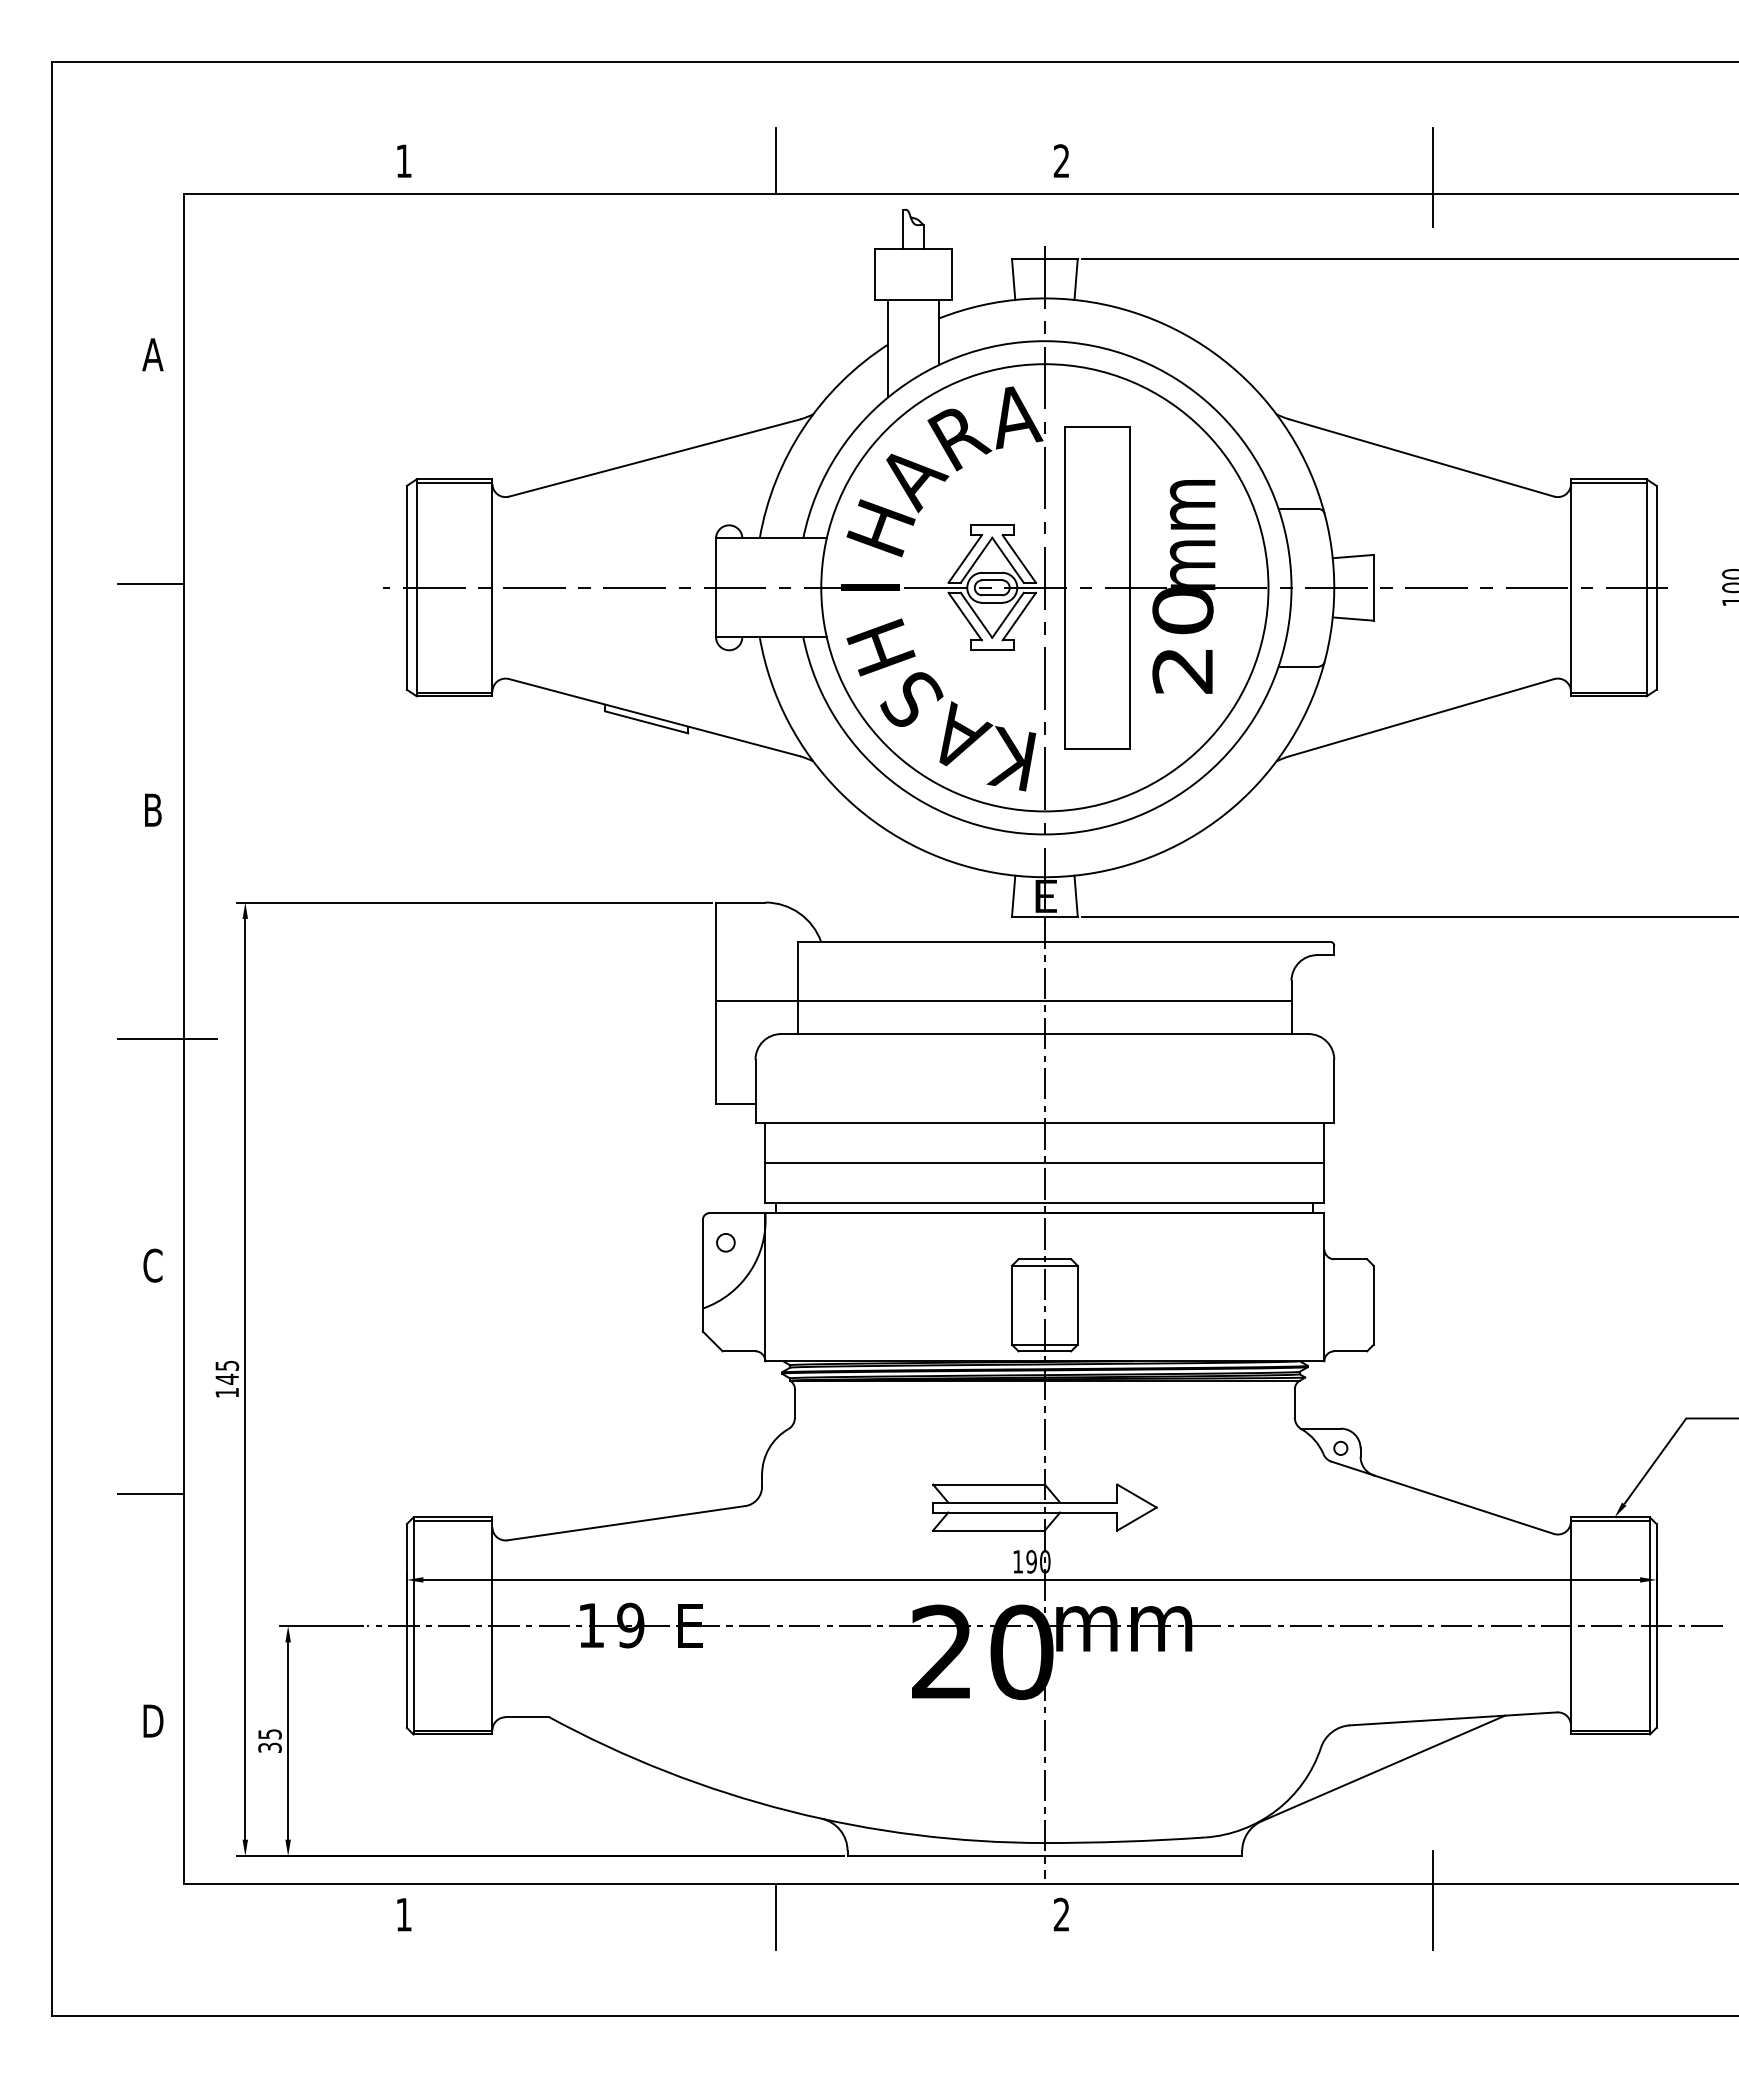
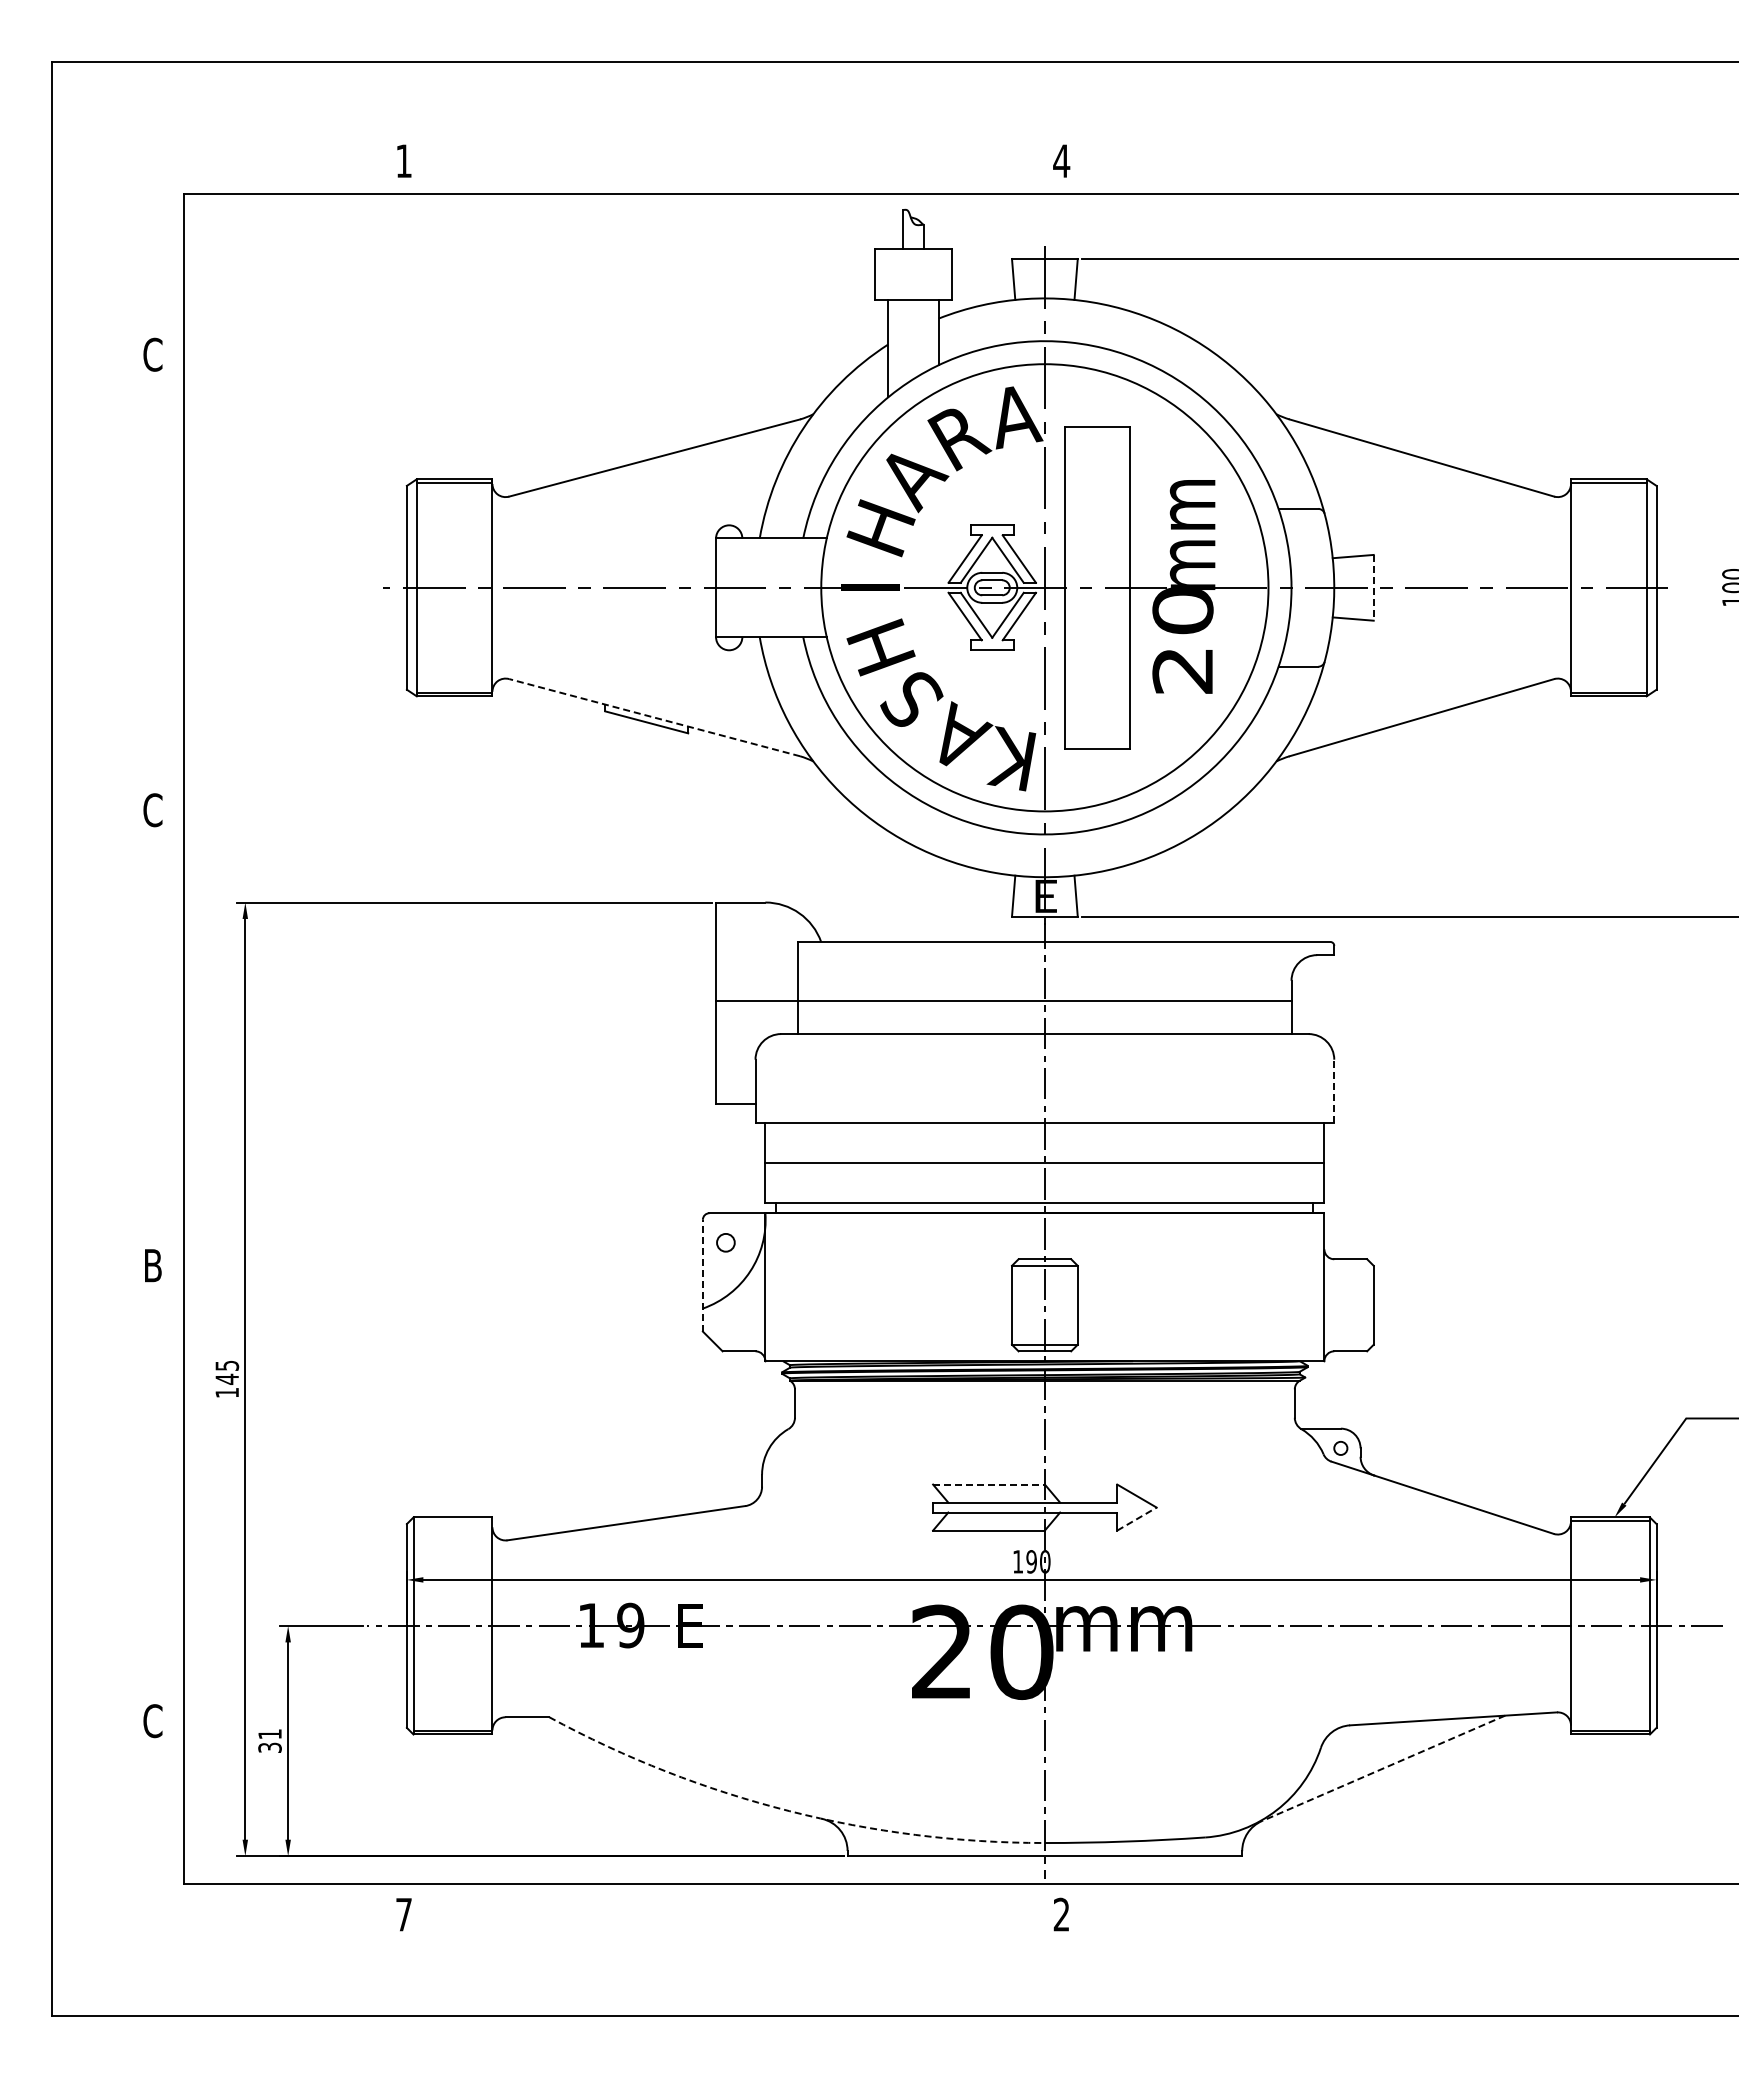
line at (775, 160): present -> none
text at (1061, 160): 2 -> 4
line at (1433, 177): present -> none
text at (152, 354): A -> C
line at (150, 583): present -> none
line at (1373, 587): solid -> dashed
line at (654, 717): solid -> dashed
text at (152, 810): B -> C
line at (167, 1039): present -> none
line at (1334, 1091): solid -> dashed
text at (152, 1265): C -> B
line at (702, 1275): solid -> dashed
line at (988, 1484): solid -> dashed
line at (150, 1494): present -> none
line at (1136, 1519): solid -> dashed
line at (452, 1520): present -> none
text at (153, 1721): D -> C
text at (269, 1734): 35 -> 31
line at (1383, 1768): solid -> dashed
arc at (789, 1811): solid -> dashed
line at (1433, 1900): present -> none
text at (403, 1914): 1 -> 7
line at (775, 1916): present -> none
